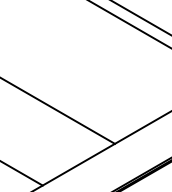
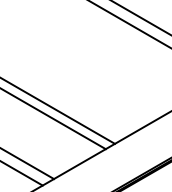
line at (53, 119): none -> present
line at (28, 164): none -> present
